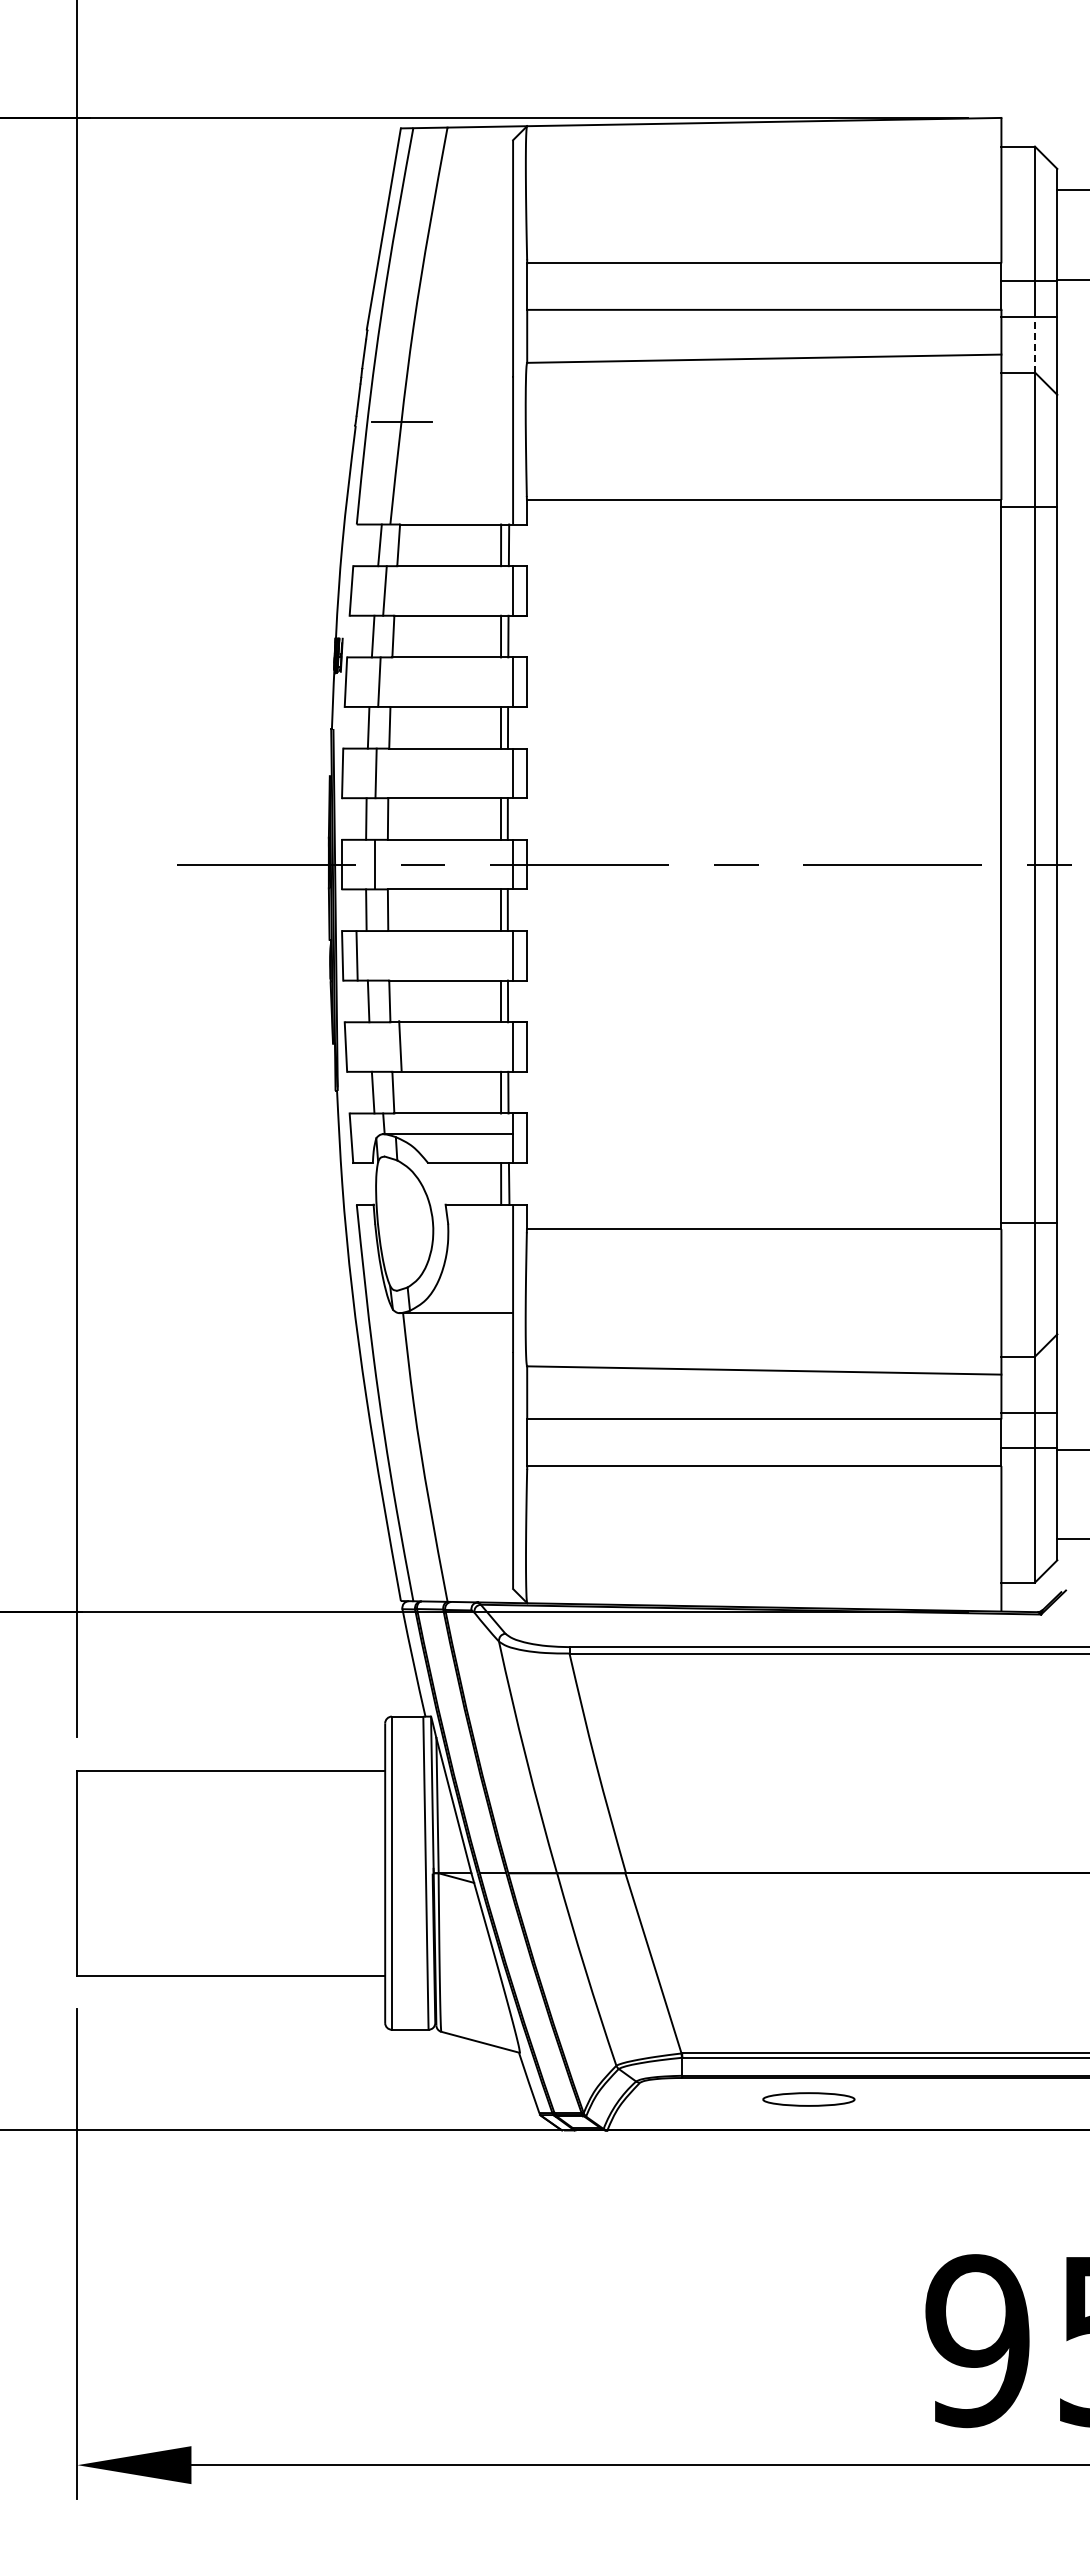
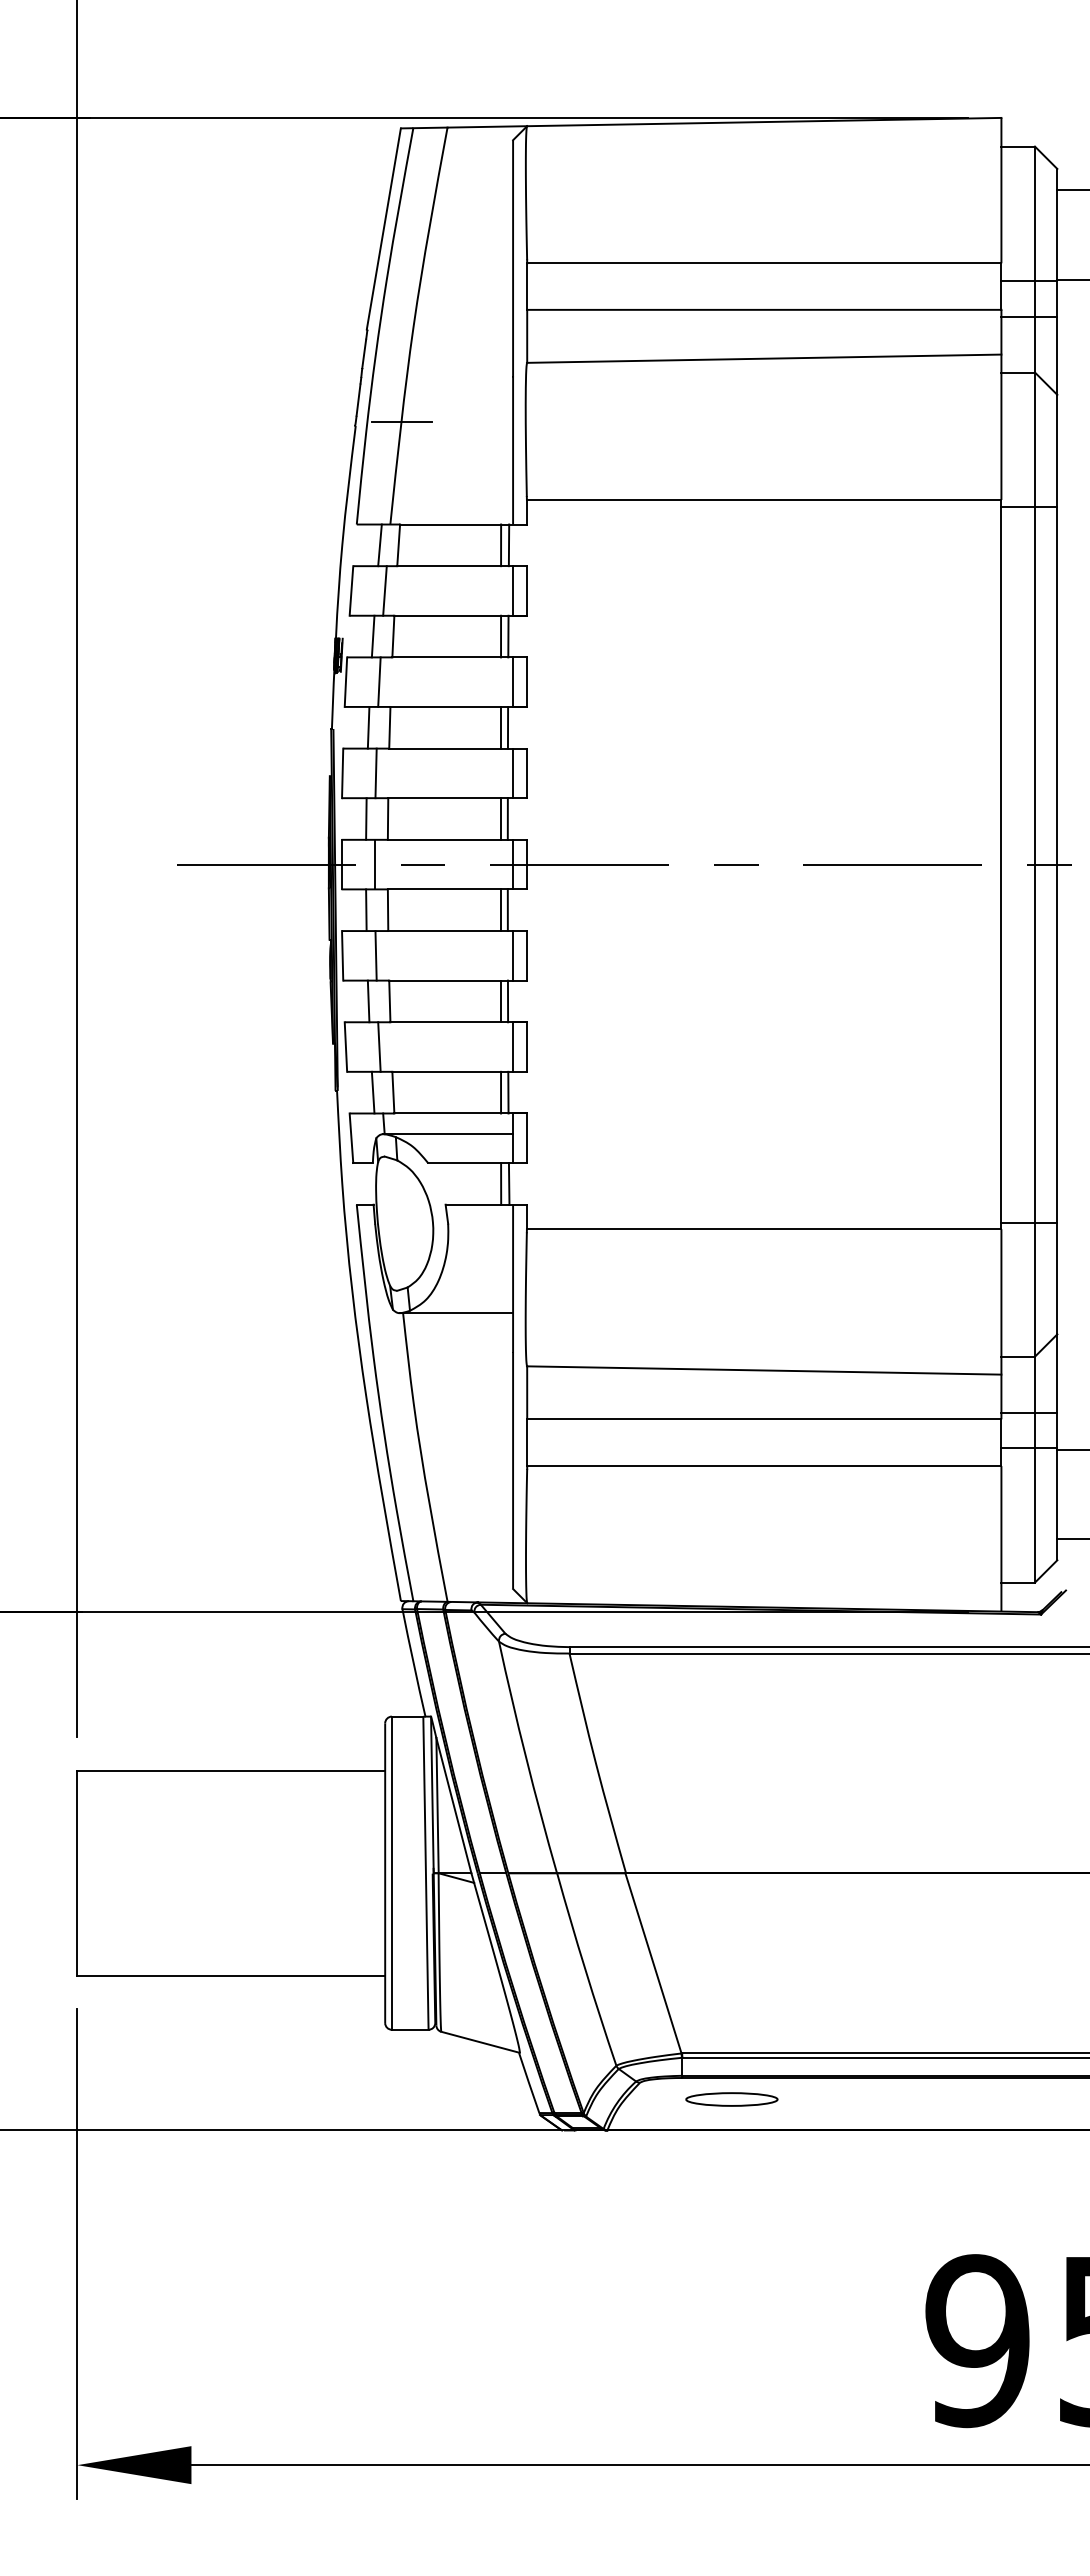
line at (1034, 344): dashed -> solid
line at (356, 955) position: (356, 955) -> (375, 955)
line at (400, 1045) position: (400, 1045) -> (379, 1046)
part at (808, 2099) position: (808, 2099) -> (731, 2099)
